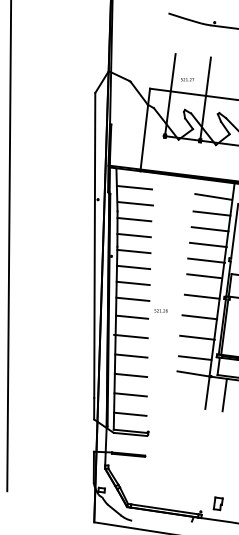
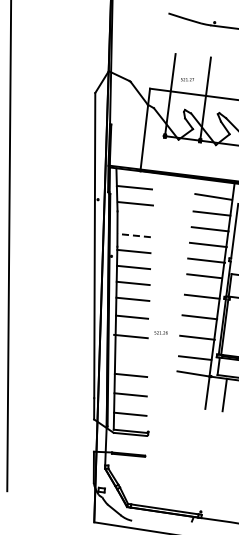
line at (134, 219): present -> none
line at (134, 235): solid -> dashed
text at (160, 310) position: (160, 310) -> (160, 332)
line at (131, 355): present -> none
part at (217, 503): present -> none
